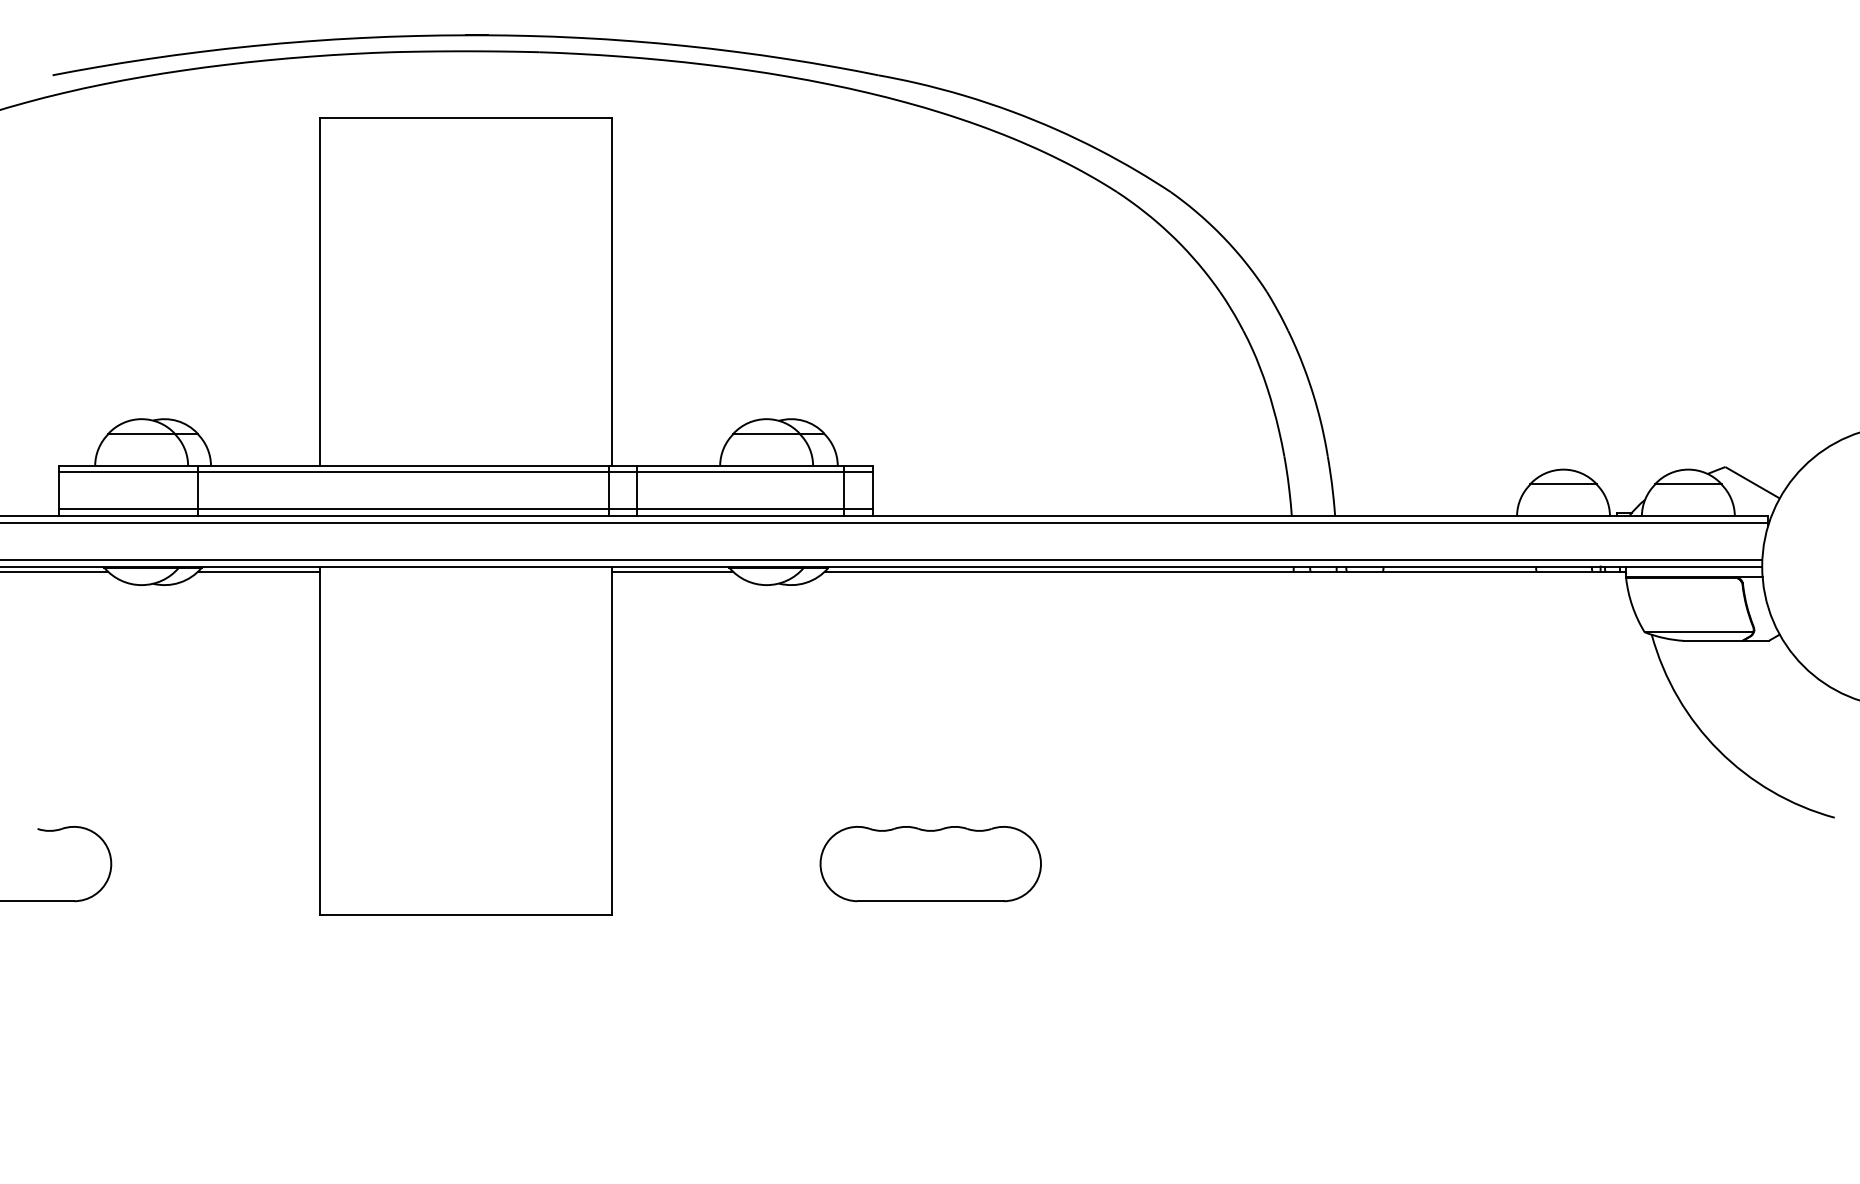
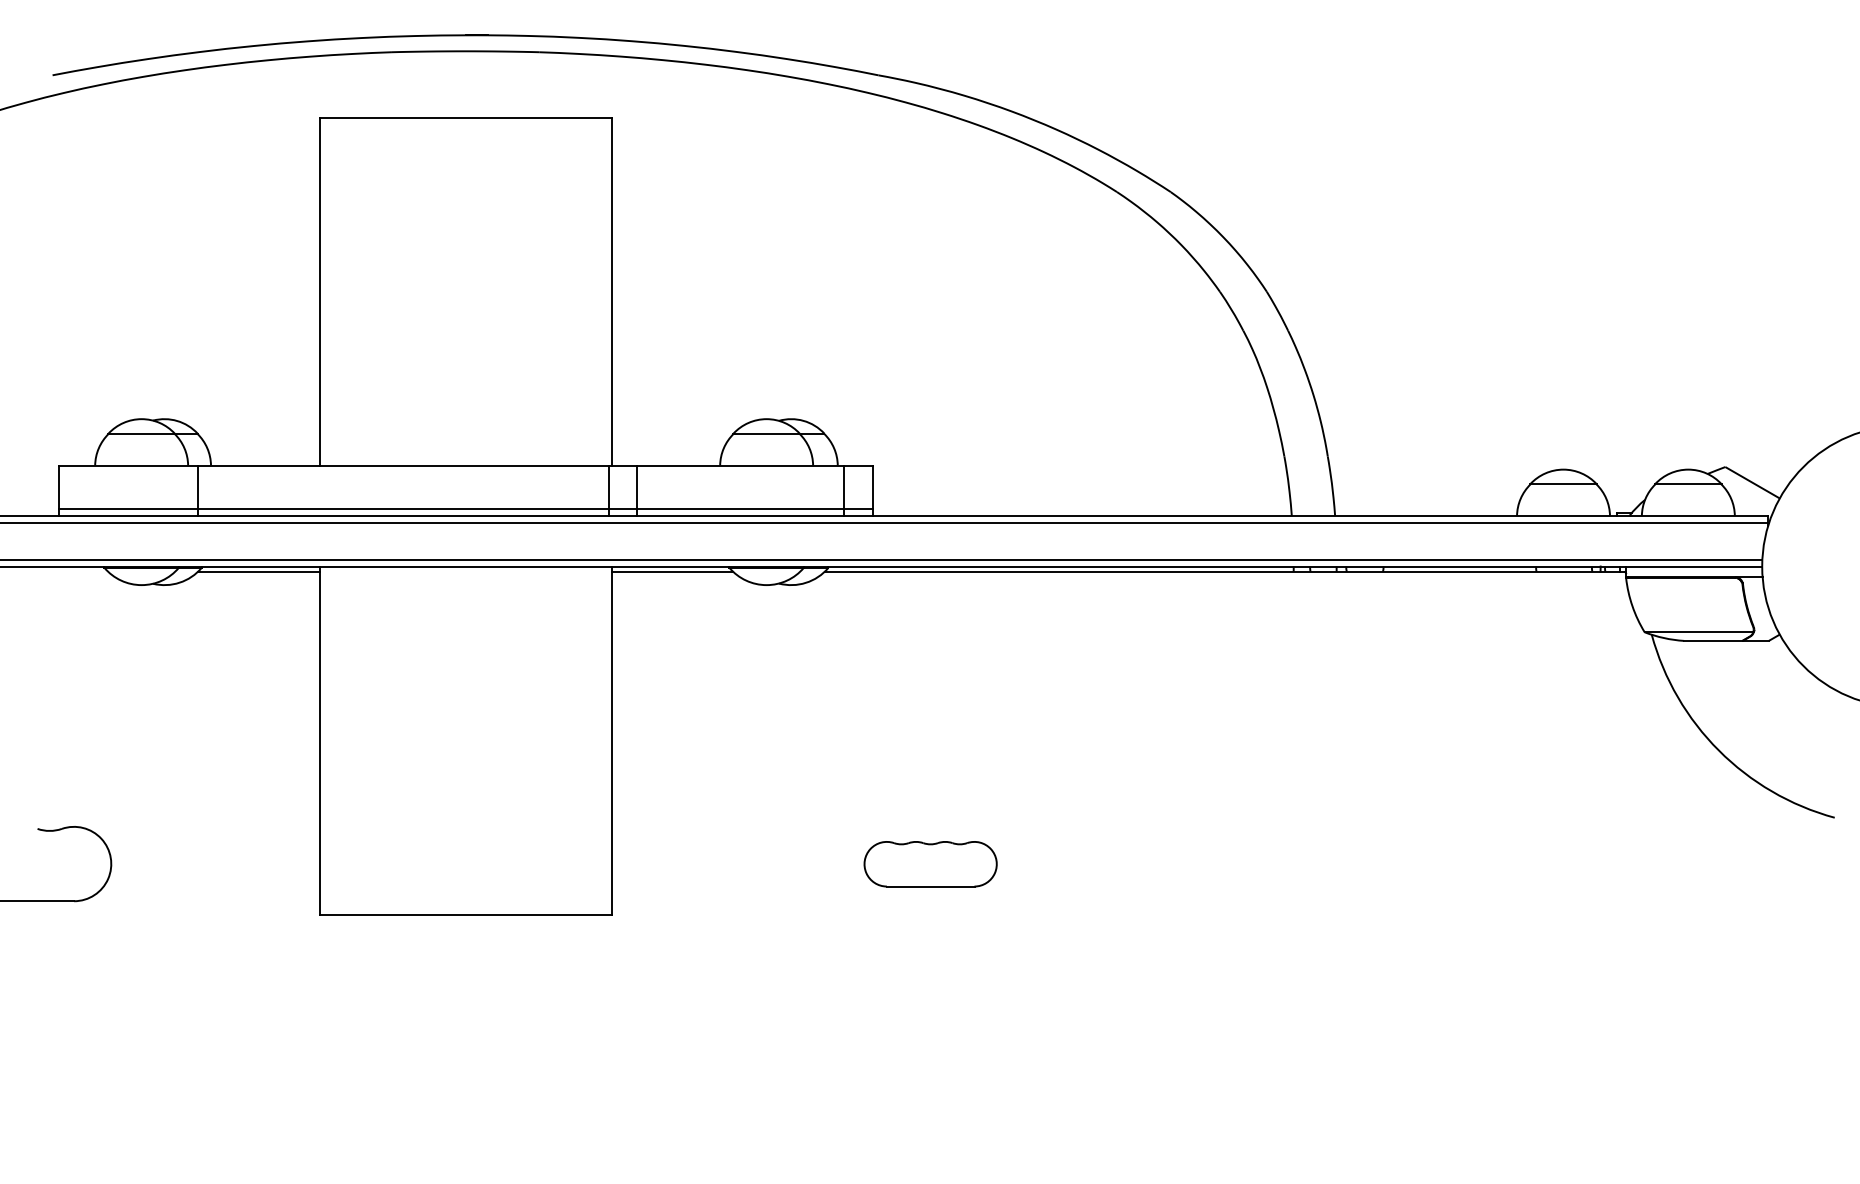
line at (466, 472): present -> none
line at (55, 571): present -> none
part at (930, 864) size: 223x77 px -> 135x47 px
